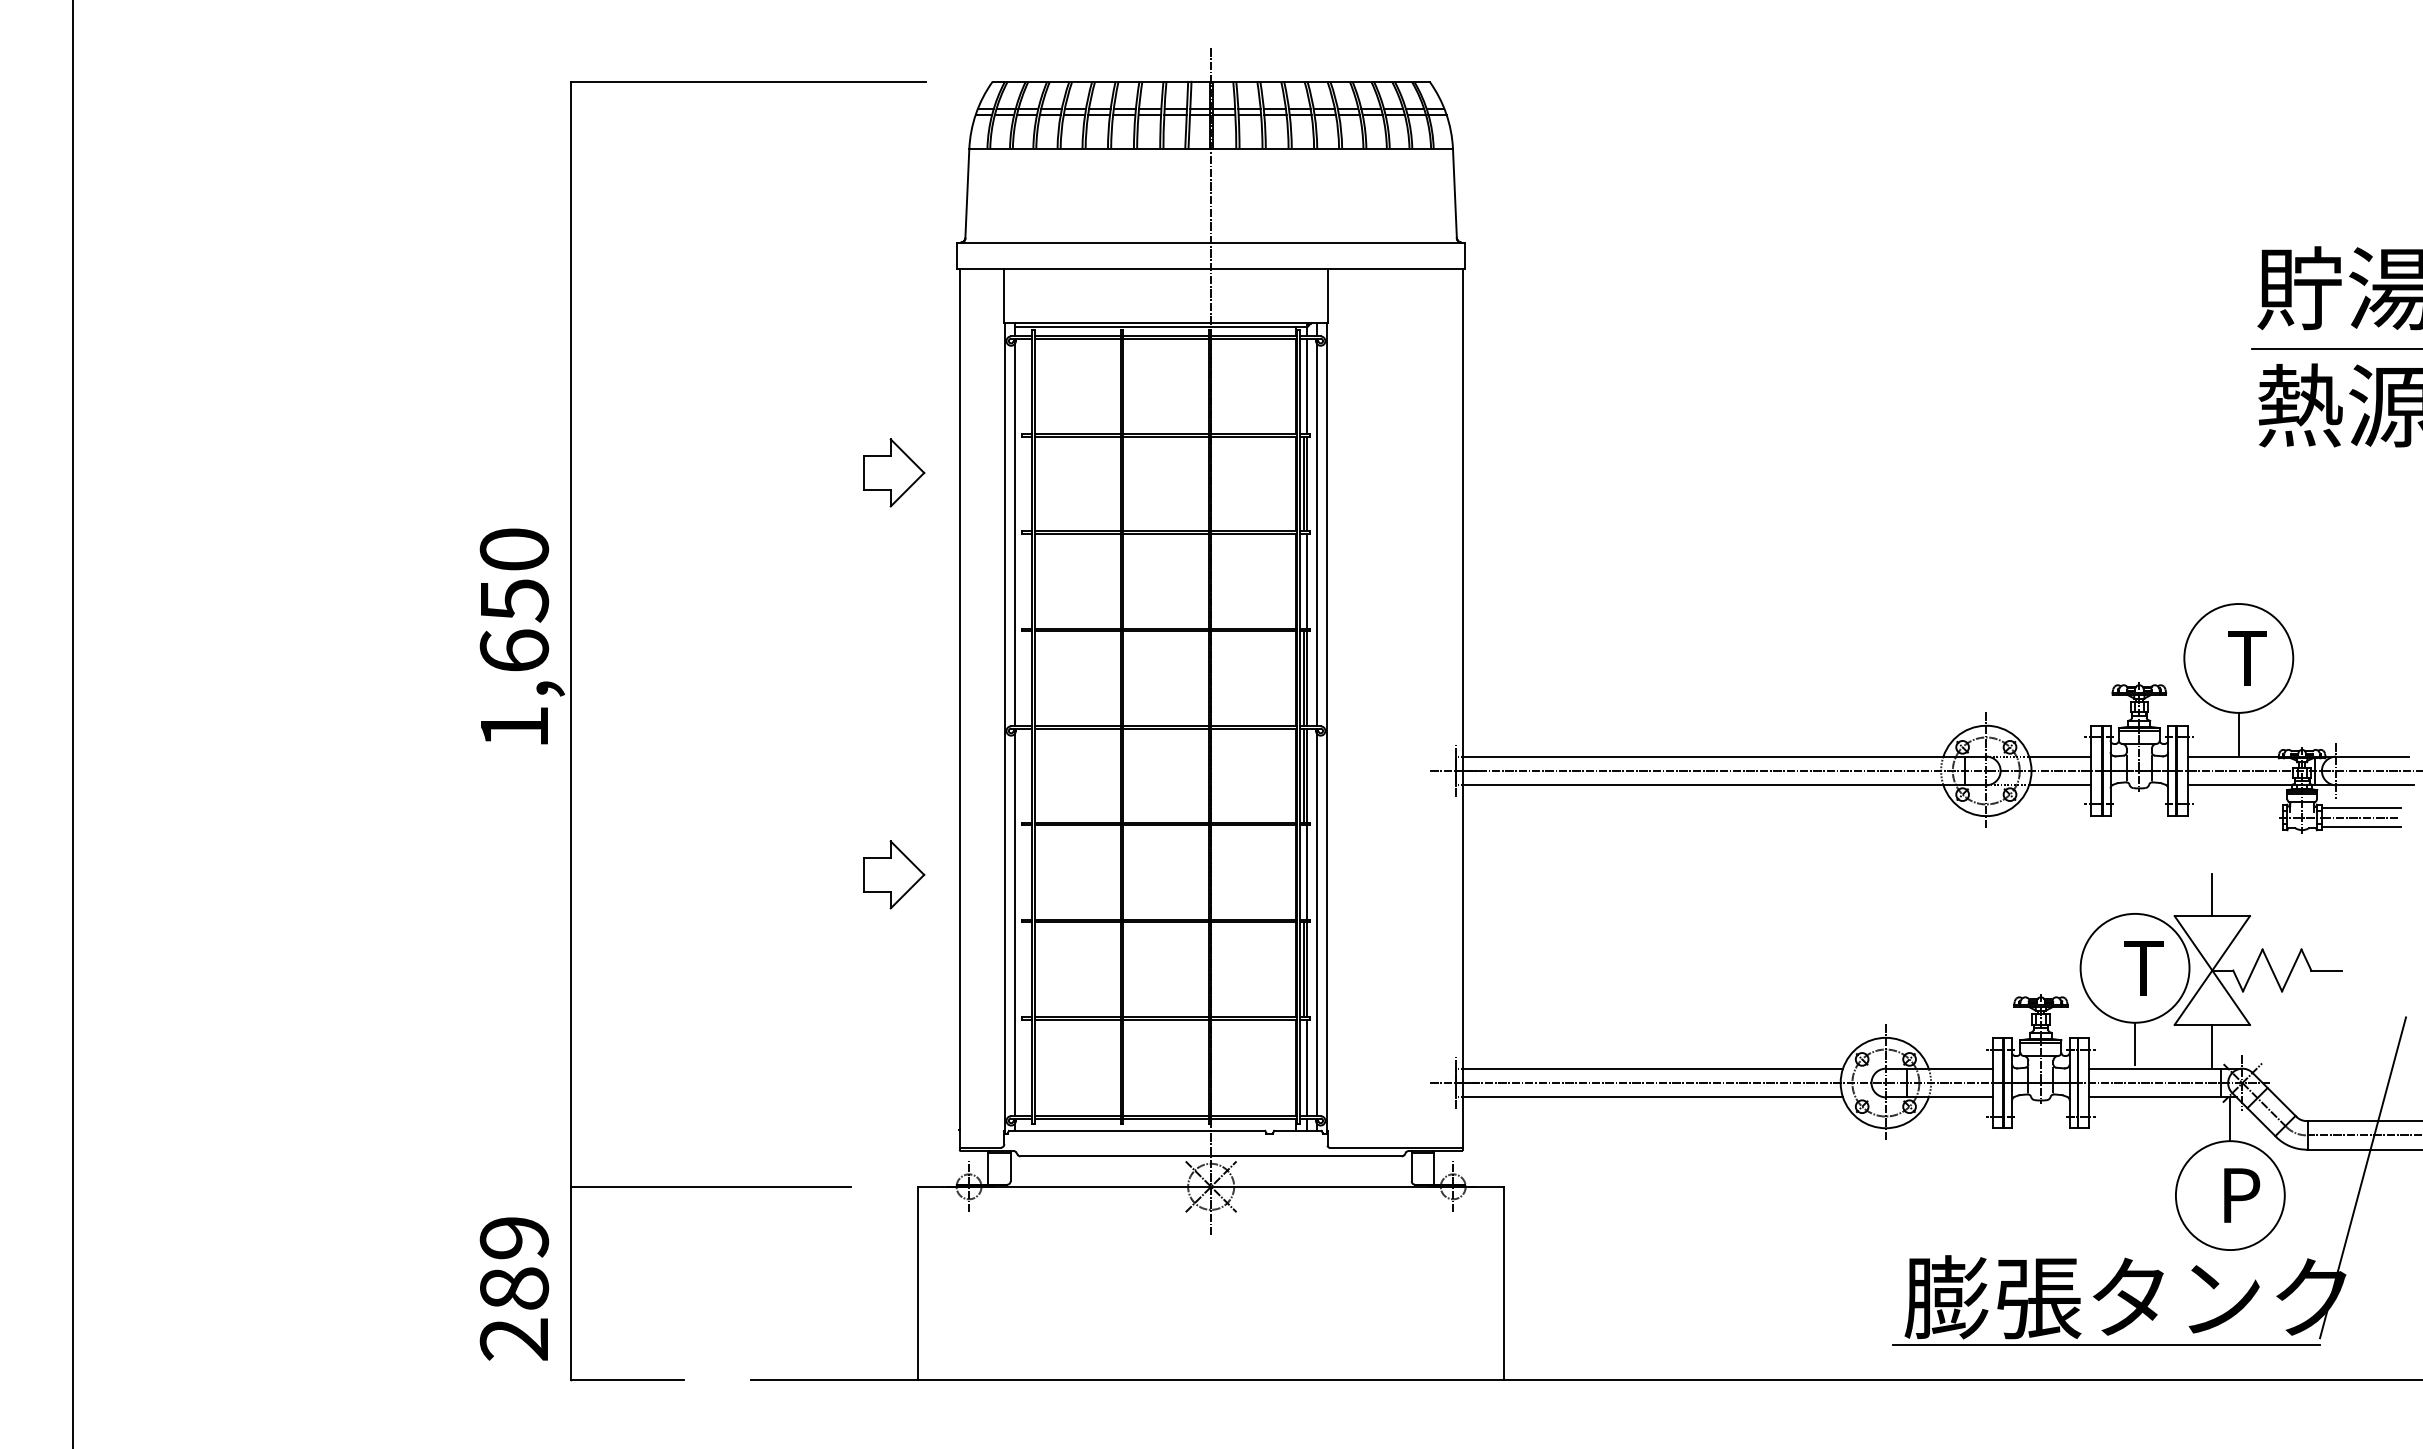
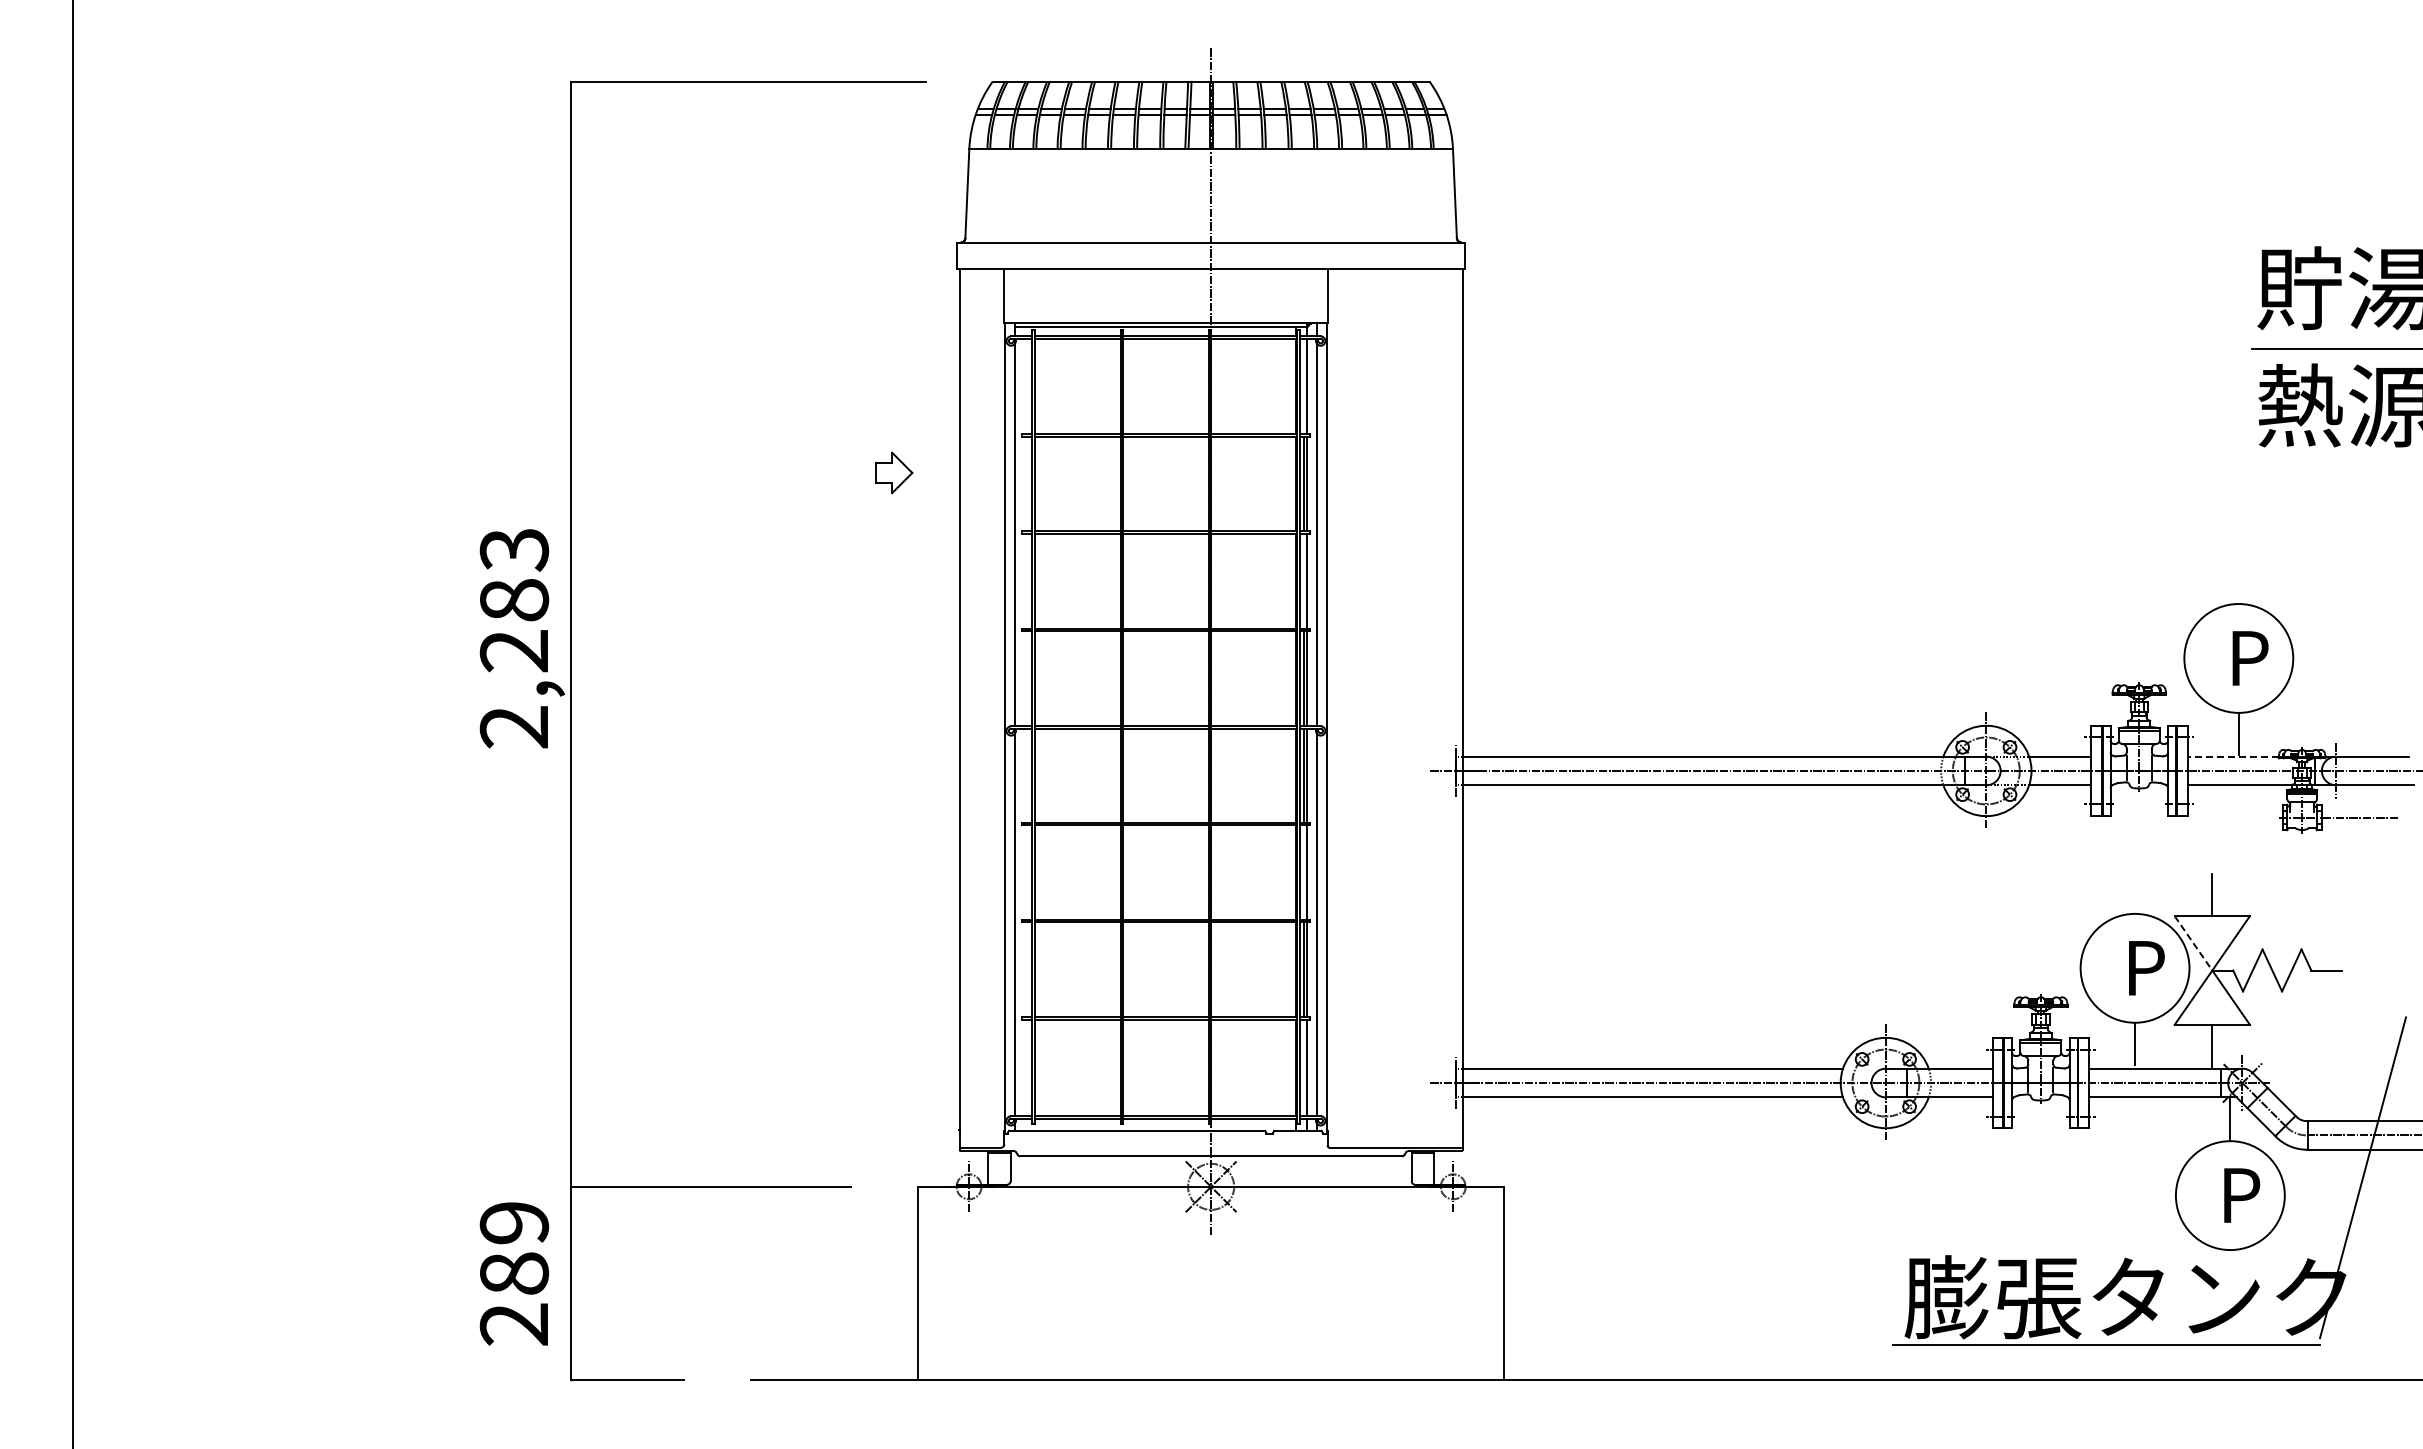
part at (894, 472) size: 63x70 px -> 39x44 px
text at (514, 638): 1,650 -> 2,283
text at (2248, 658): T -> P
line at (2233, 756): solid -> dashed
line at (2360, 808): present -> none
line at (2360, 826): present -> none
part at (894, 874): present -> none
line at (2193, 943): solid -> dashed
text at (2144, 968): T -> P
text at (514, 1288) position: (514, 1288) -> (514, 1273)
